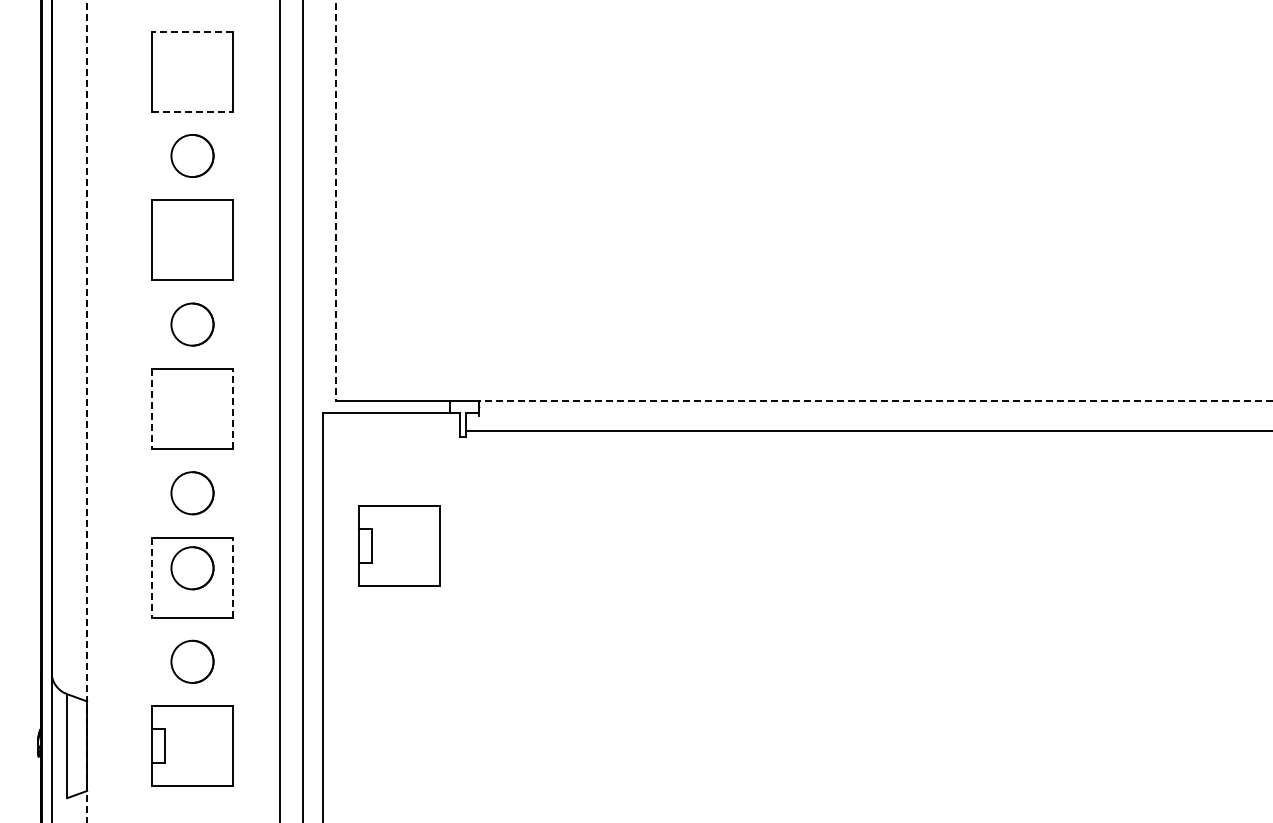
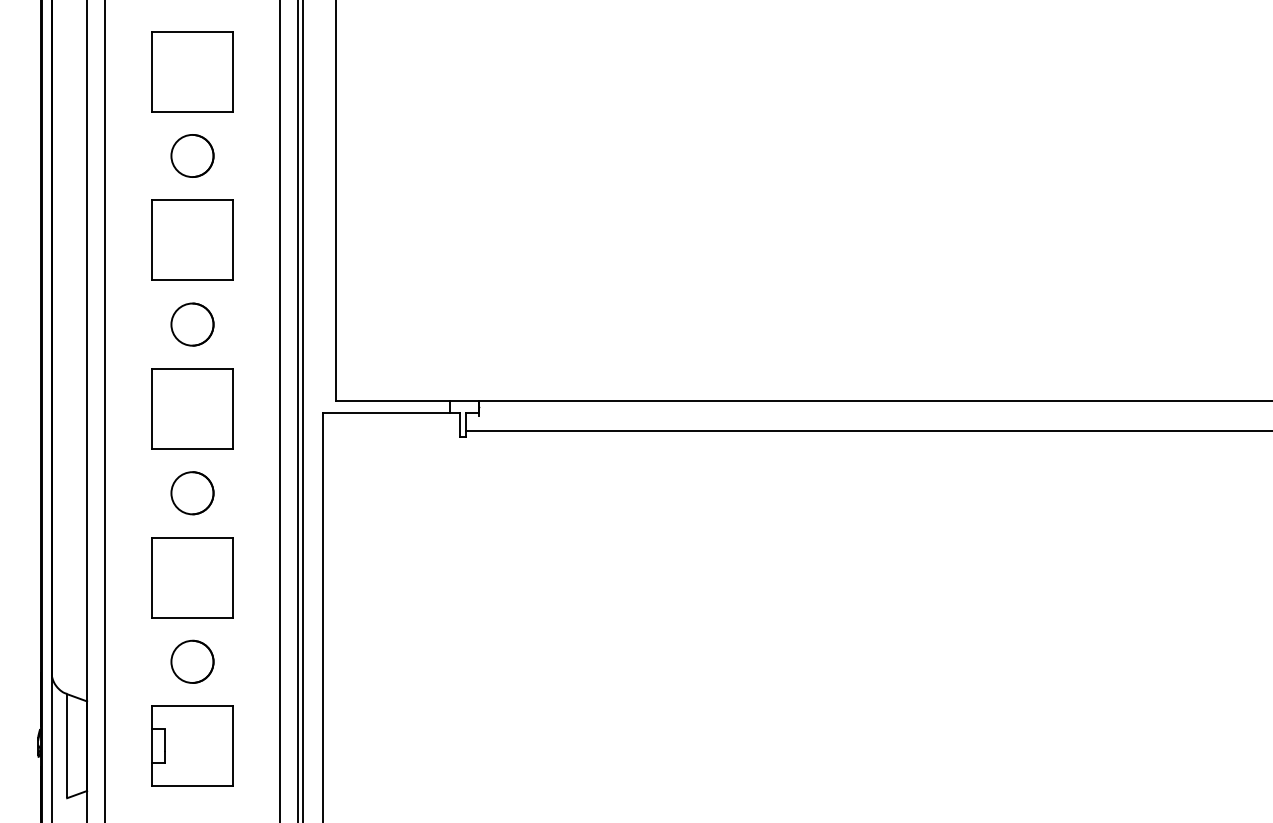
line at (192, 31): dashed -> solid
line at (193, 111): dashed -> solid
line at (335, 200): dashed -> solid
line at (875, 400): dashed -> solid
line at (232, 408): dashed -> solid
line at (152, 409): dashed -> solid
line at (104, 410): none -> present
line at (297, 410): none -> present
line at (87, 411): dashed -> solid
part at (399, 545): present -> none
circle at (192, 568): present -> none
line at (232, 577): dashed -> solid
line at (152, 578): dashed -> solid
